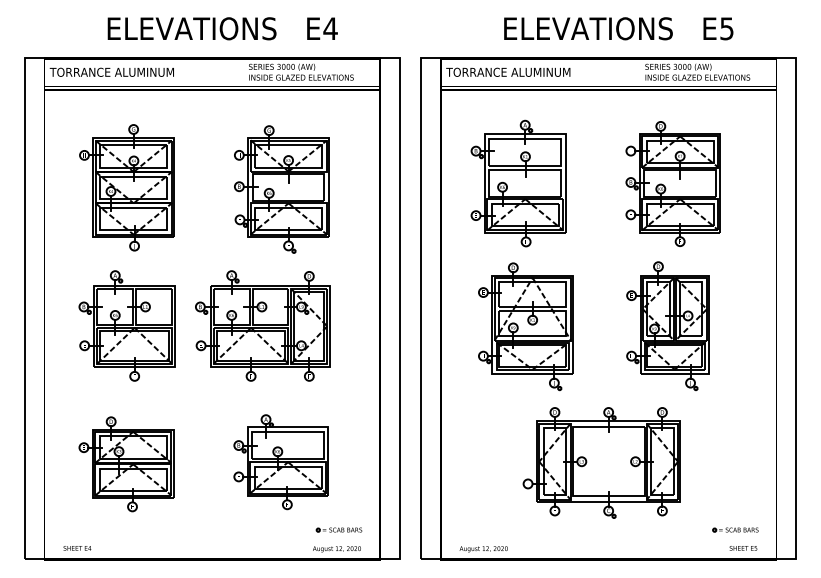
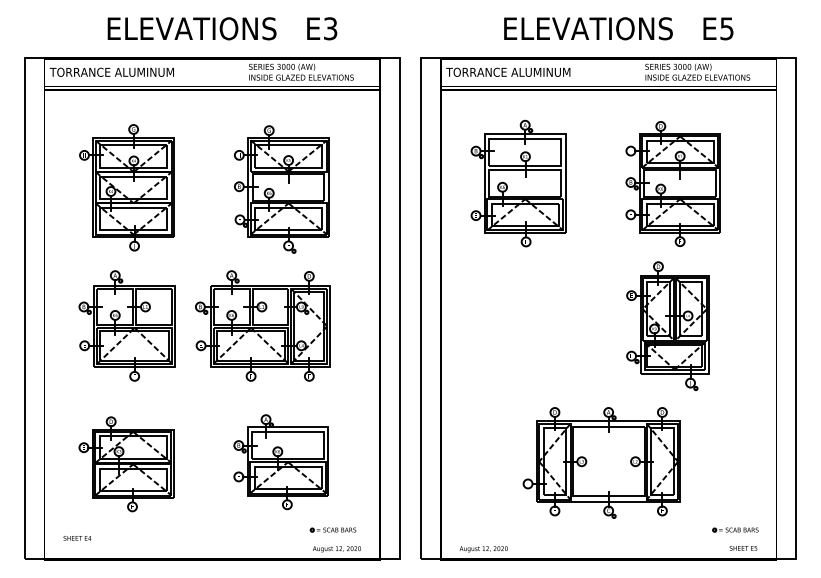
text at (330, 28): E4 -> E3
part at (525, 326): present -> none
part at (338, 529) position: (338, 529) -> (332, 529)
text at (77, 548) position: (77, 548) -> (77, 538)
